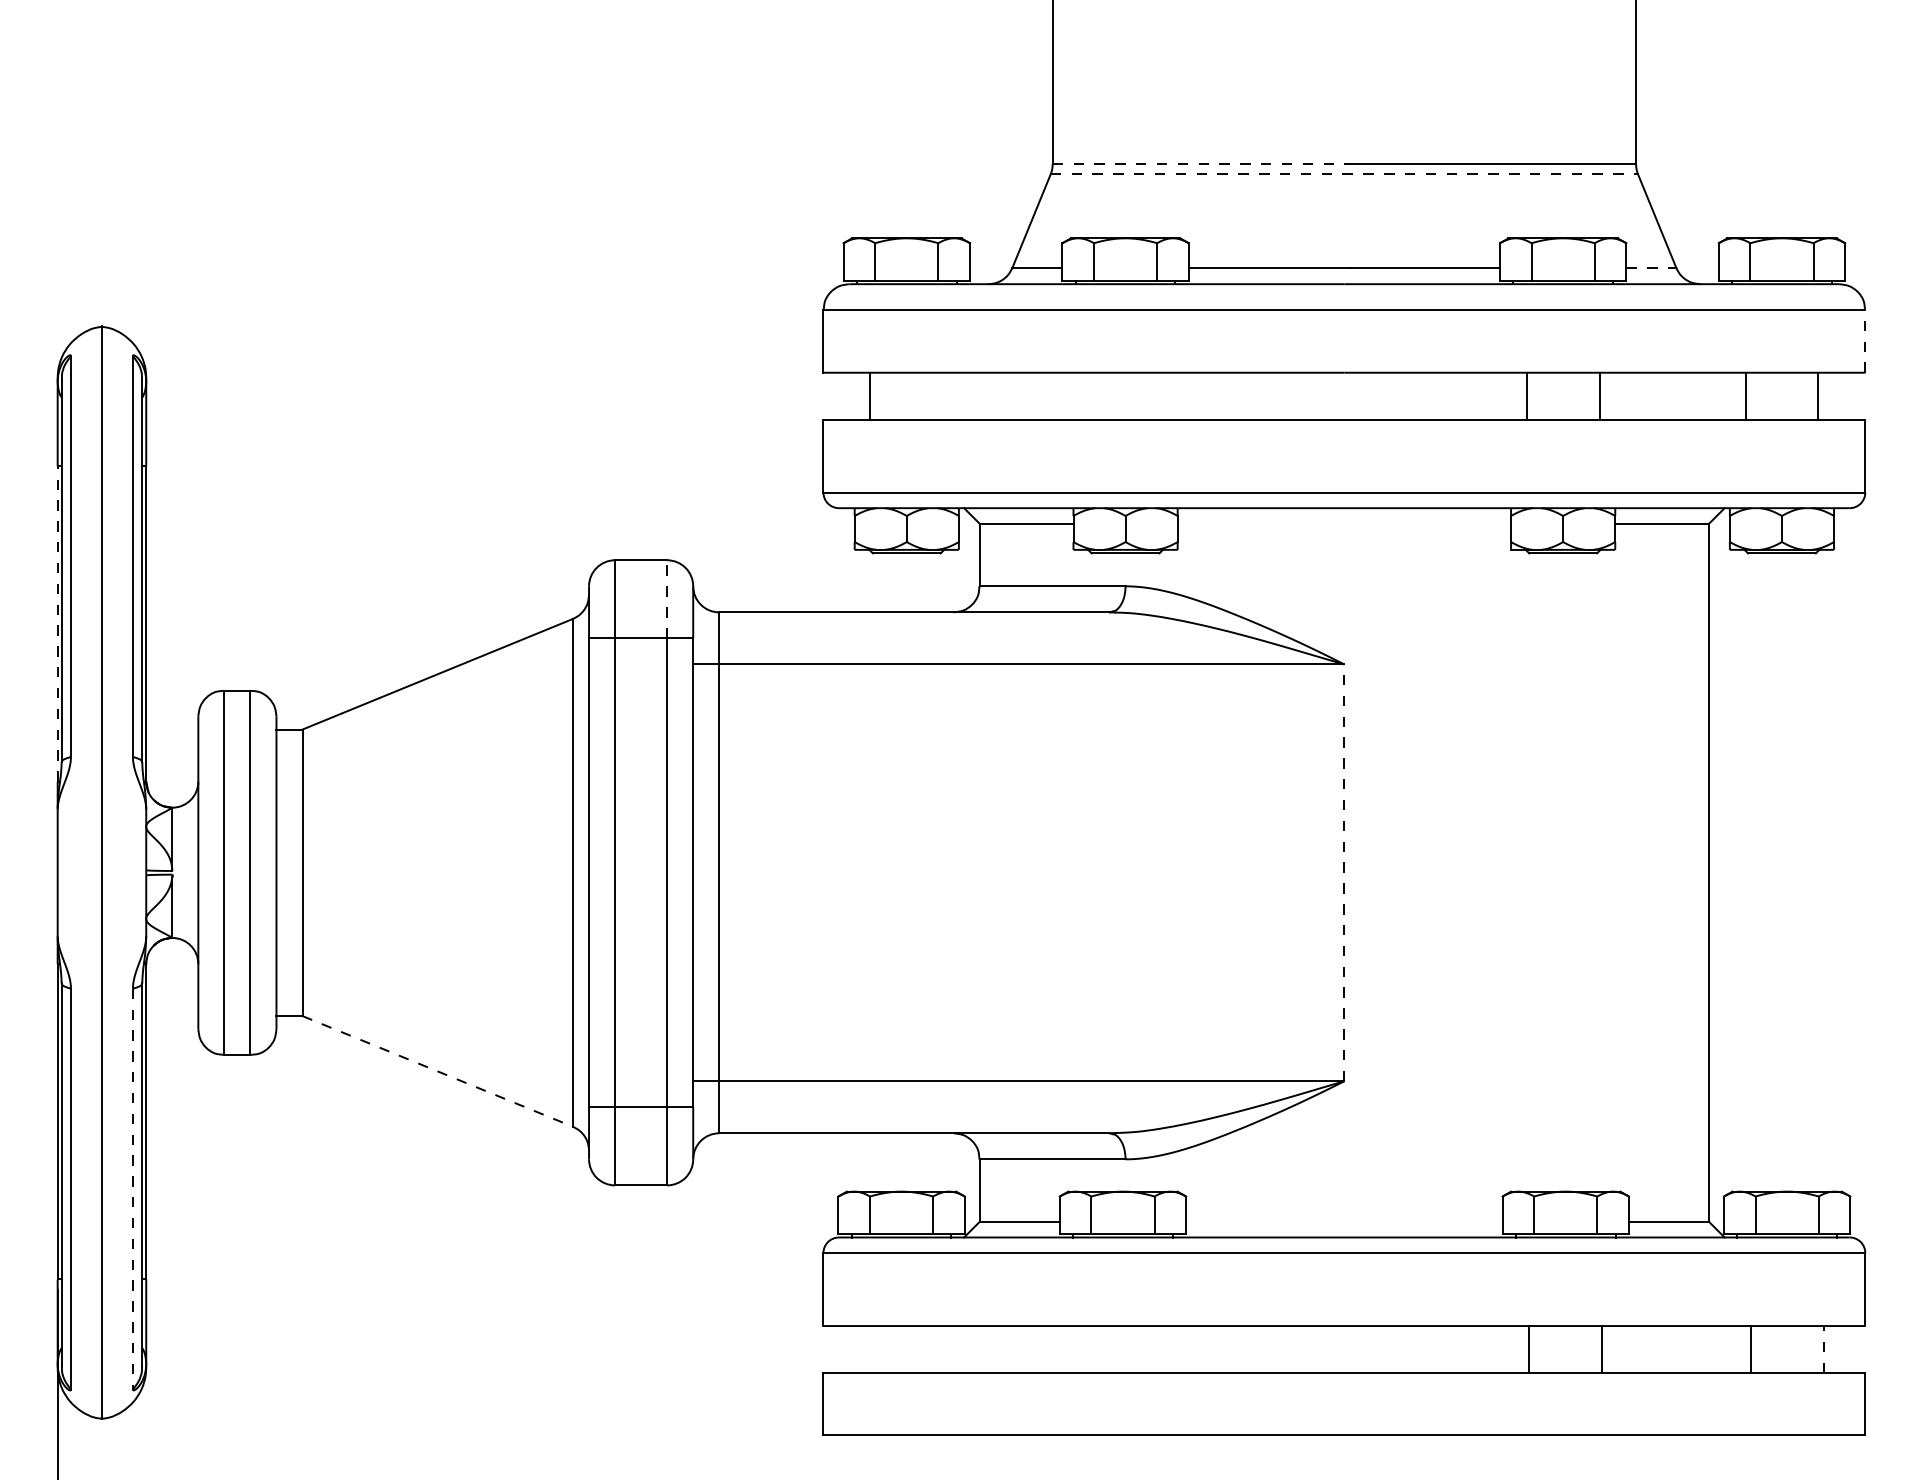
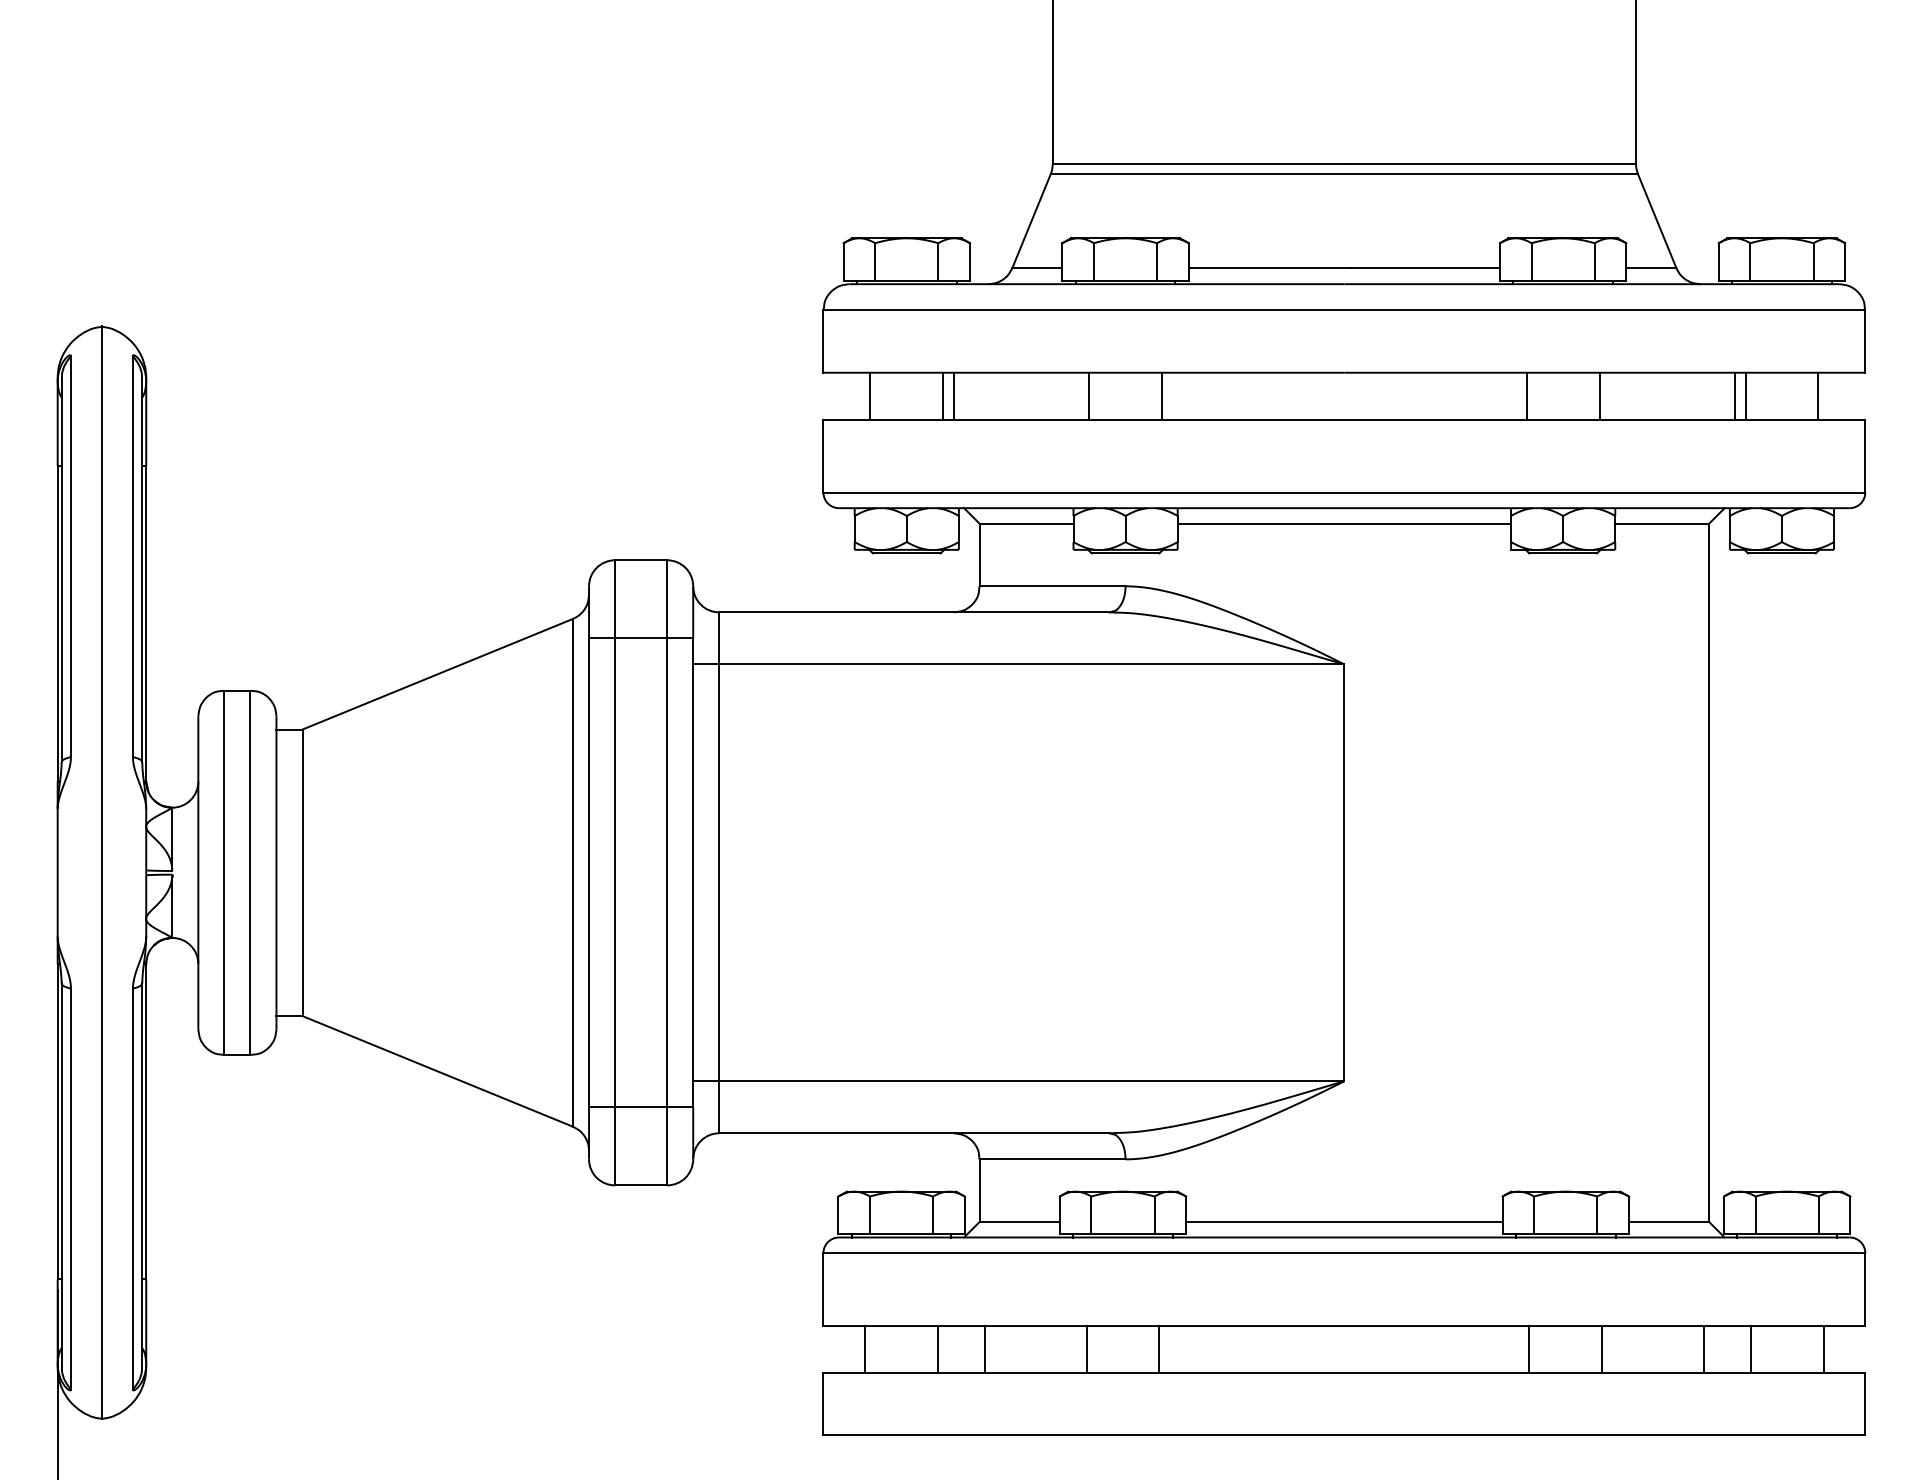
line at (1201, 164): dashed -> solid
line at (1344, 174): dashed -> solid
line at (1651, 268): dashed -> solid
line at (1865, 341): dashed -> solid
line at (943, 395): none -> present
line at (953, 395): none -> present
line at (1089, 395): none -> present
line at (1162, 395): none -> present
line at (1735, 395): none -> present
line at (1344, 523): none -> present
line at (667, 598): dashed -> solid
line at (57, 623): dashed -> solid
line at (1344, 872): dashed -> solid
line at (438, 1071): dashed -> solid
line at (132, 1189): dashed -> solid
line at (1344, 1221): none -> present
line at (1823, 1348): dashed -> solid
line at (865, 1349): none -> present
line at (938, 1349): none -> present
line at (984, 1349): none -> present
line at (1086, 1349): none -> present
line at (1159, 1349): none -> present
line at (1703, 1349): none -> present
